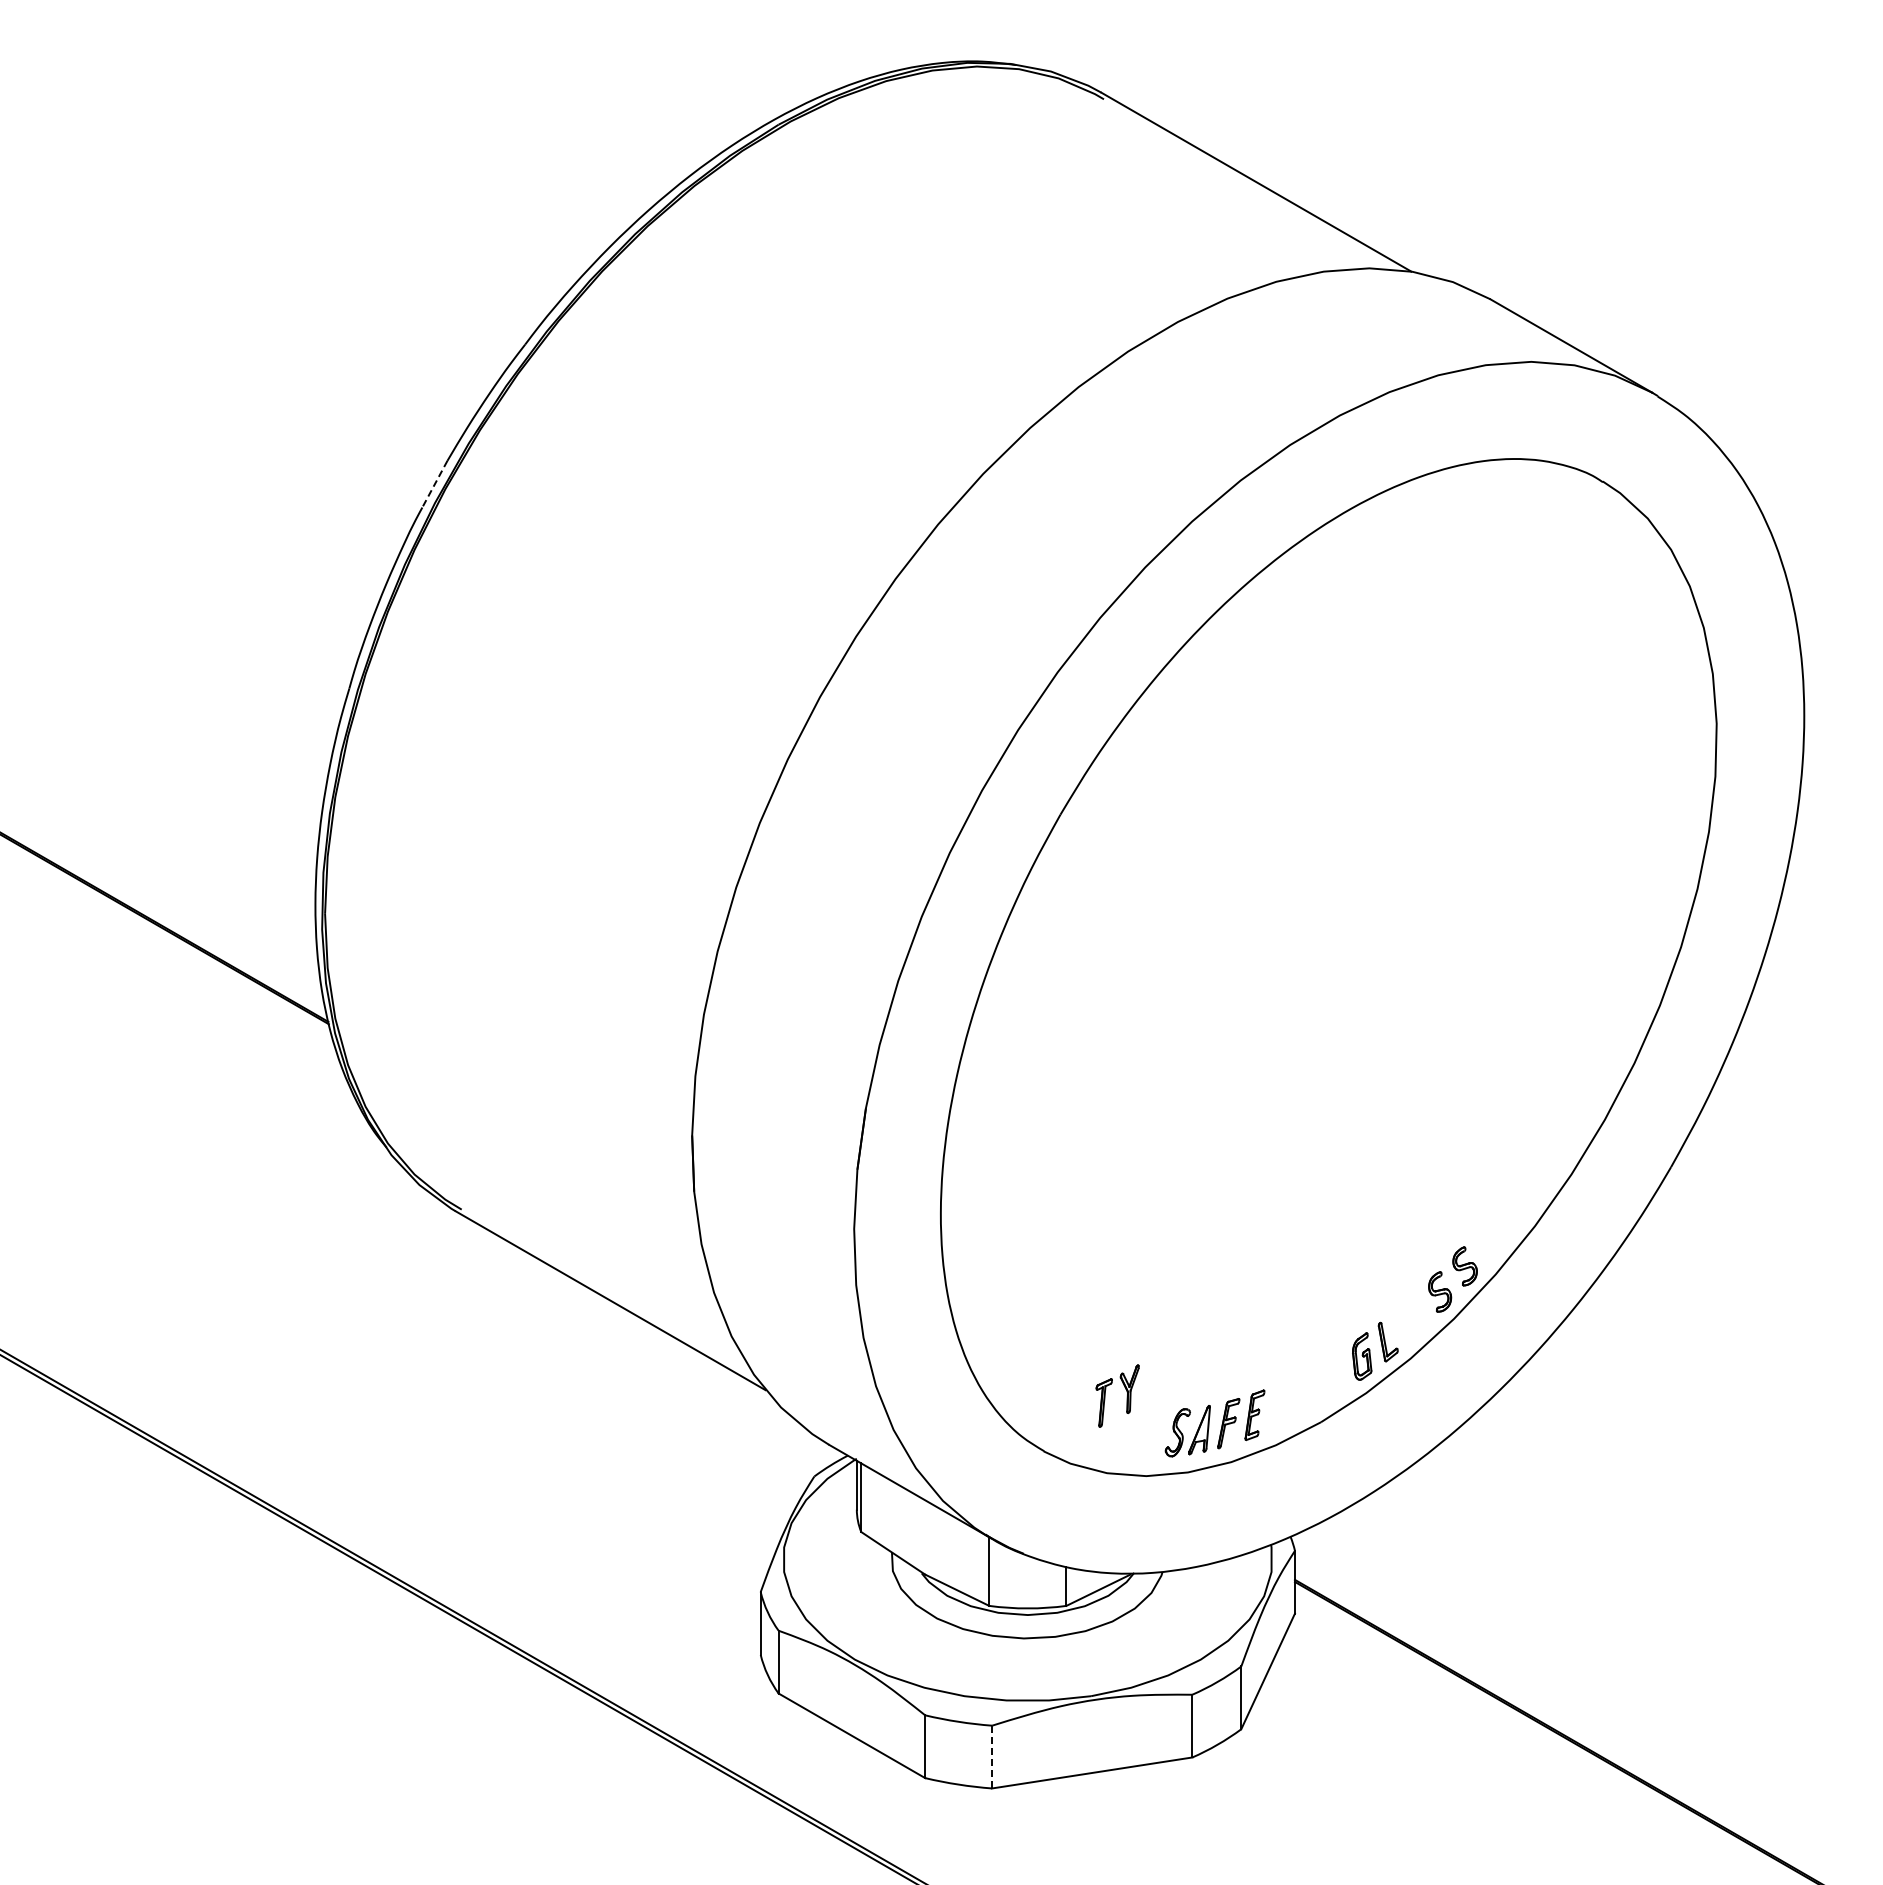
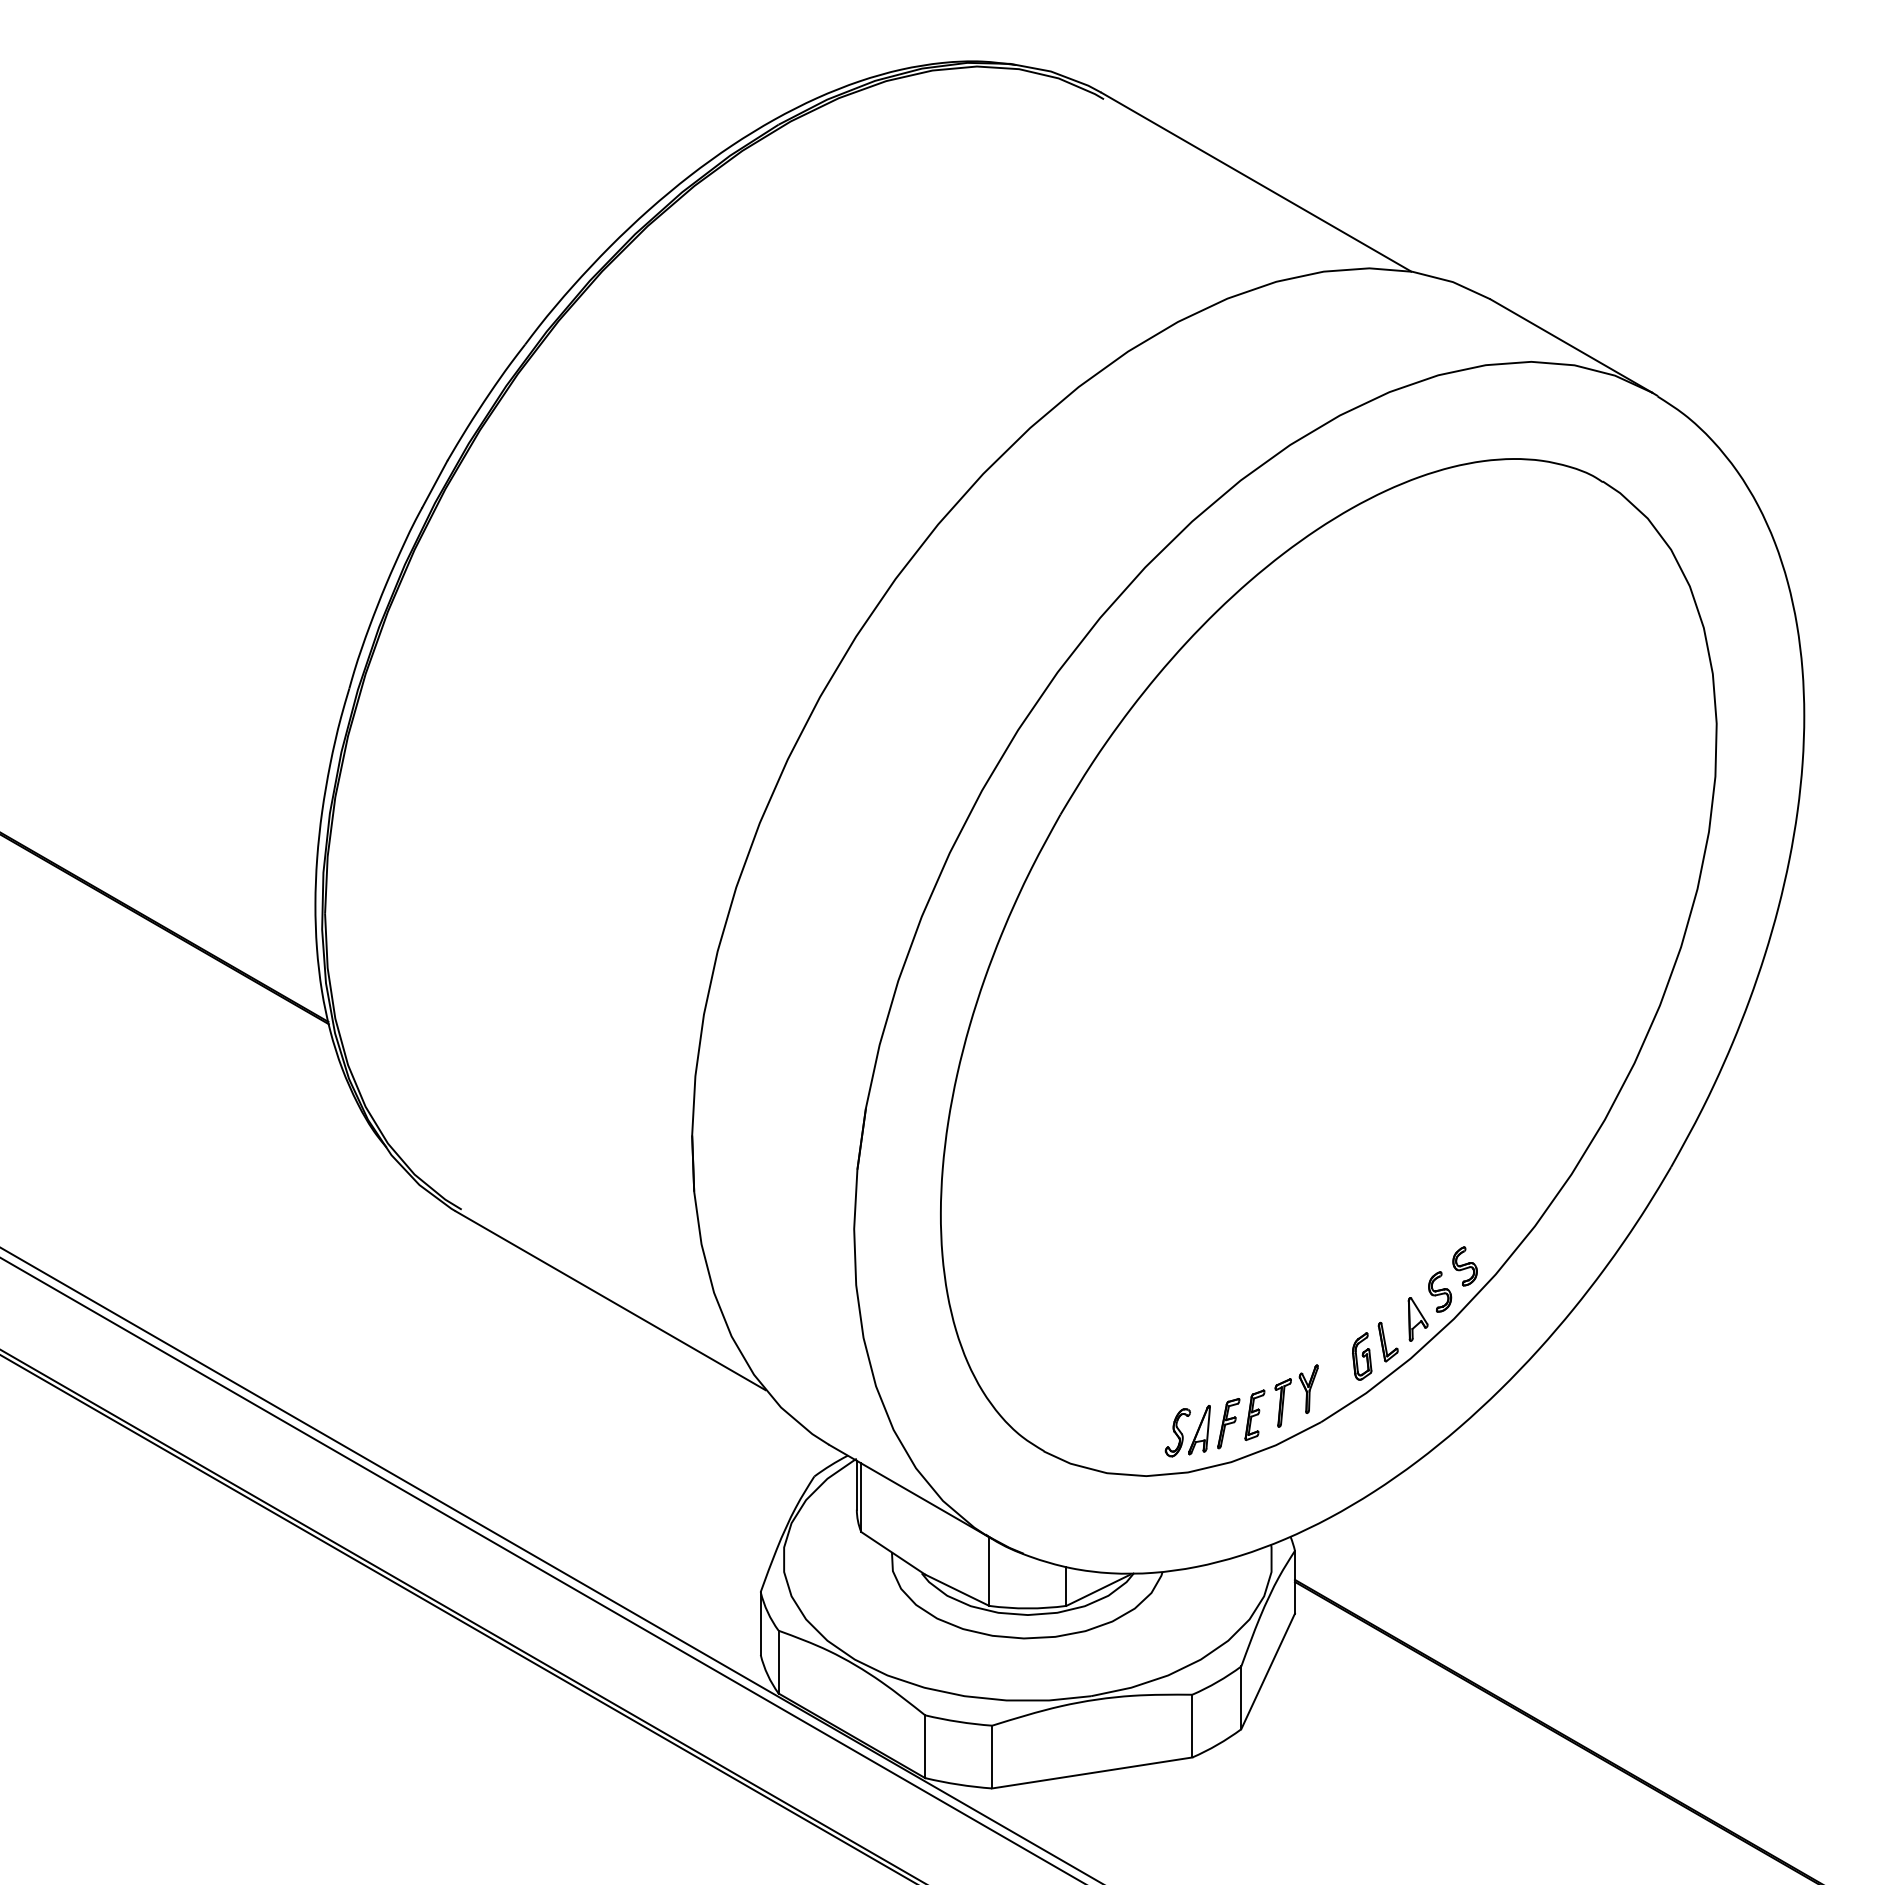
line at (434, 484): dashed -> solid
part at (1417, 1319): none -> present
part at (1126, 1396) position: (1126, 1396) -> (1305, 1396)
line at (550, 1564): none -> present
line at (541, 1570): none -> present
line at (992, 1757): dashed -> solid
